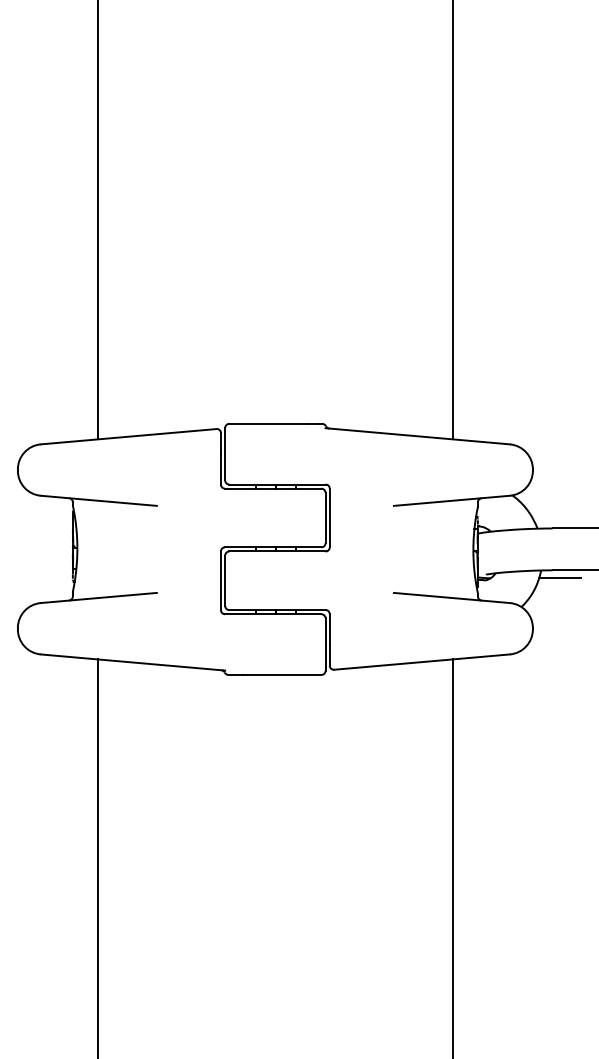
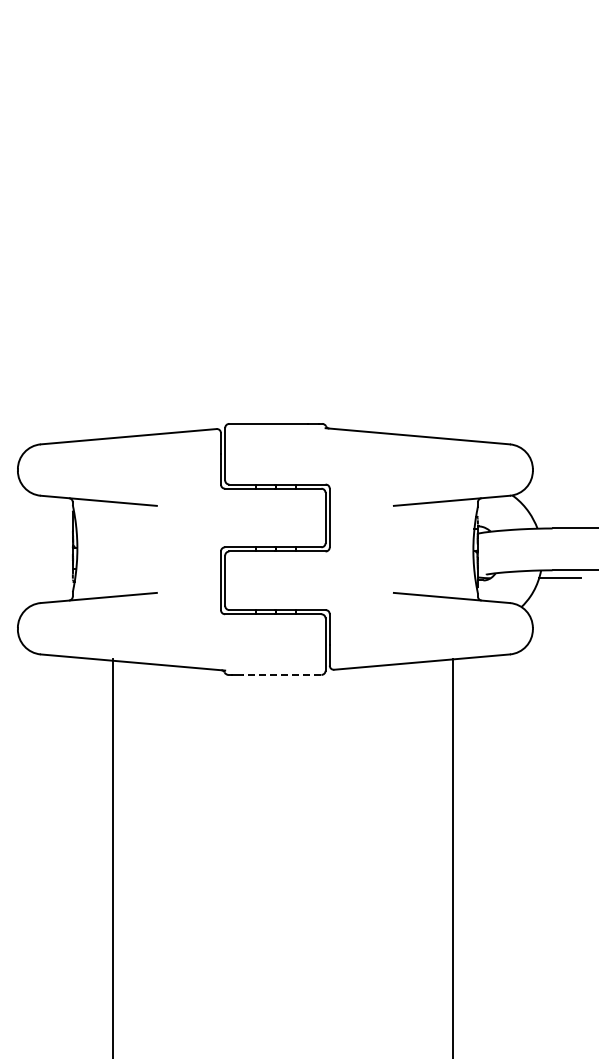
line at (97, 220): present -> none
line at (452, 220): present -> none
line at (281, 674): solid -> dashed
line at (97, 857) position: (97, 857) -> (112, 857)
